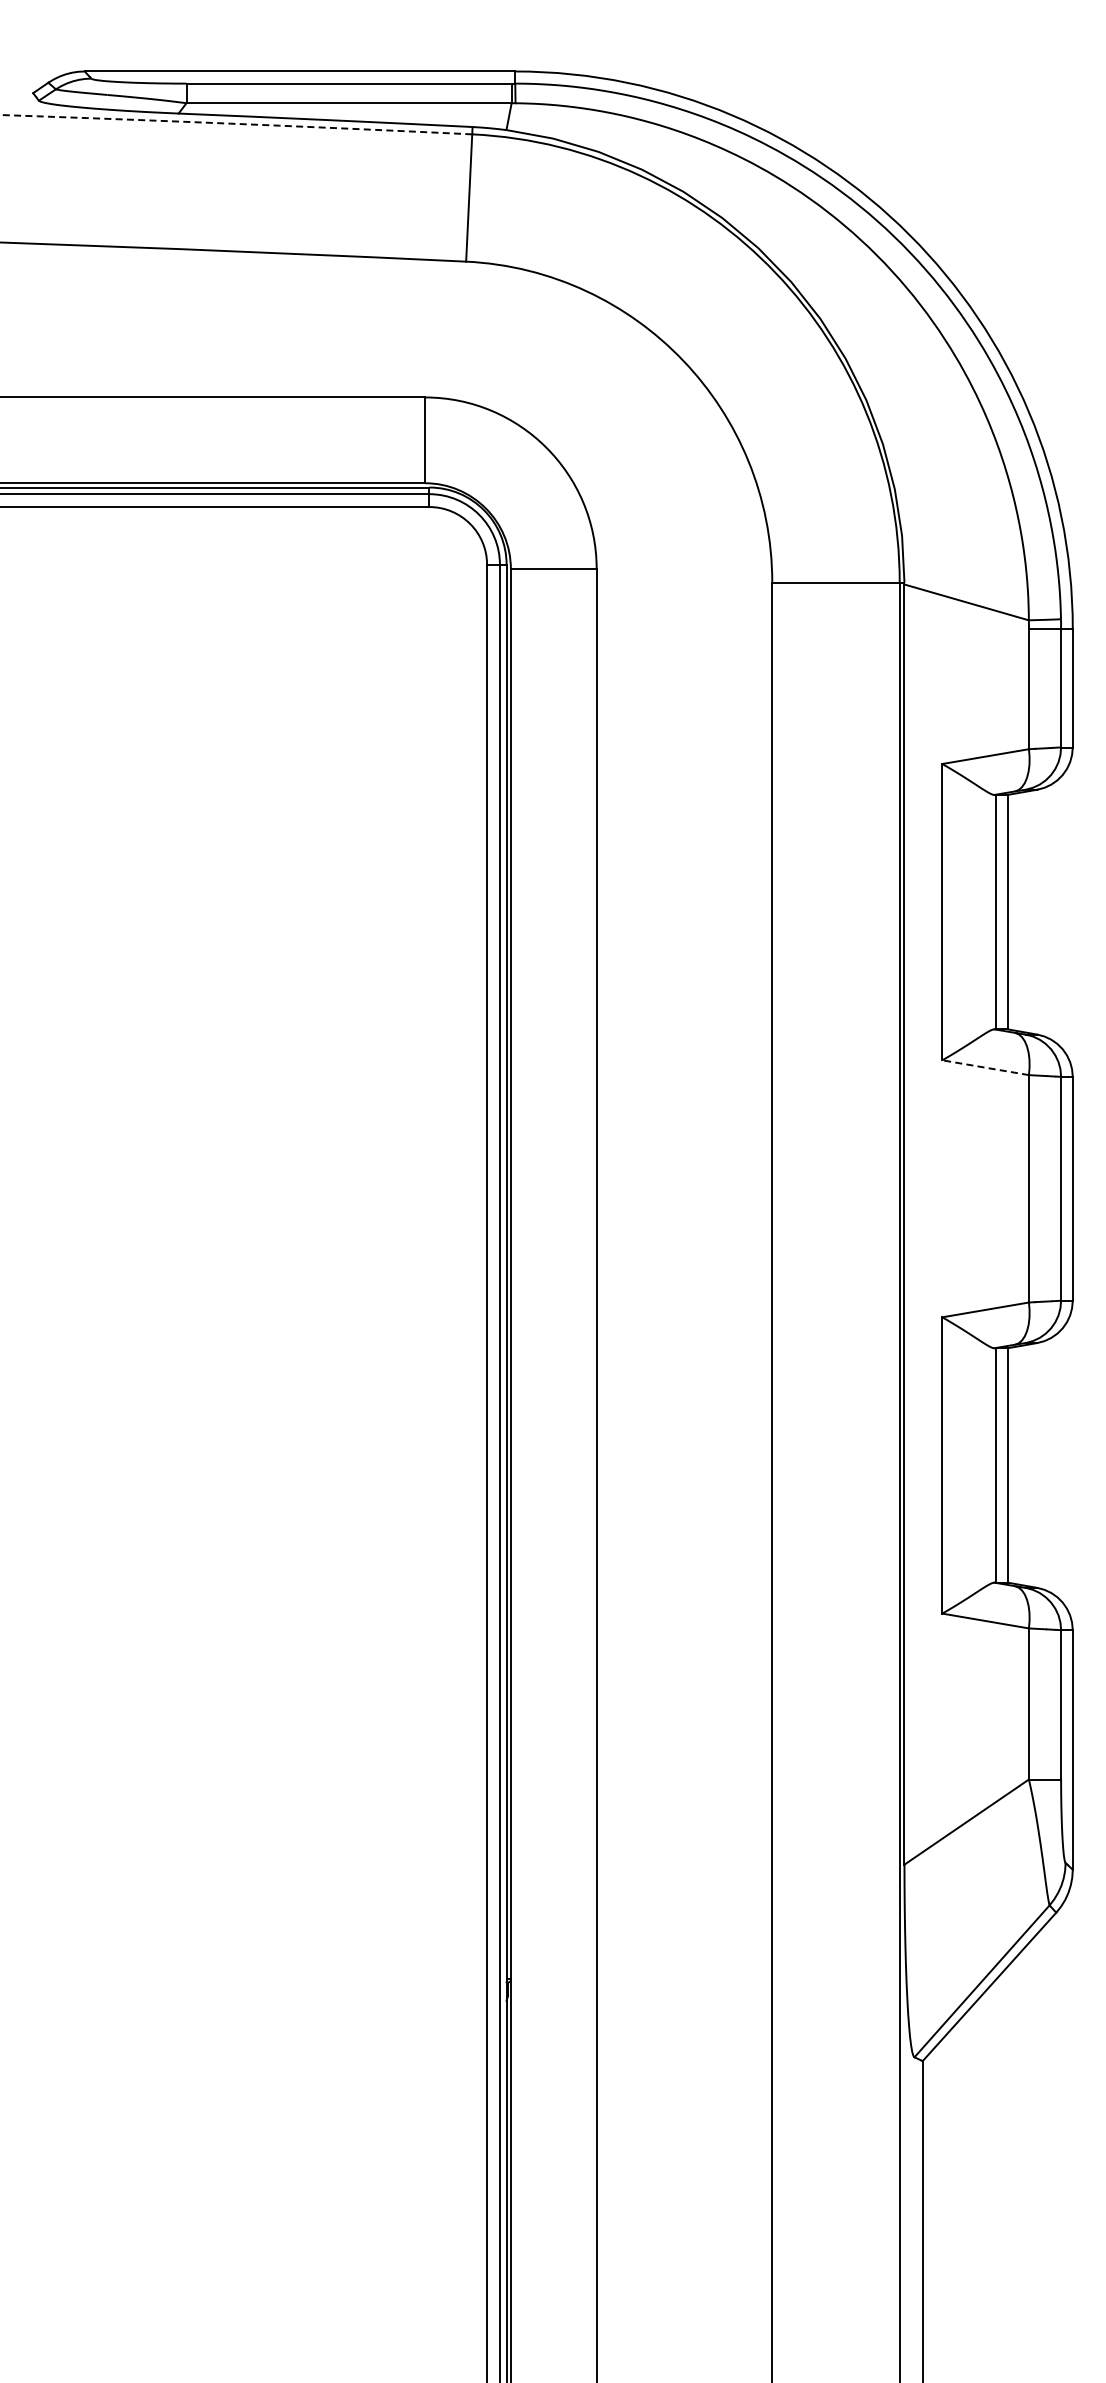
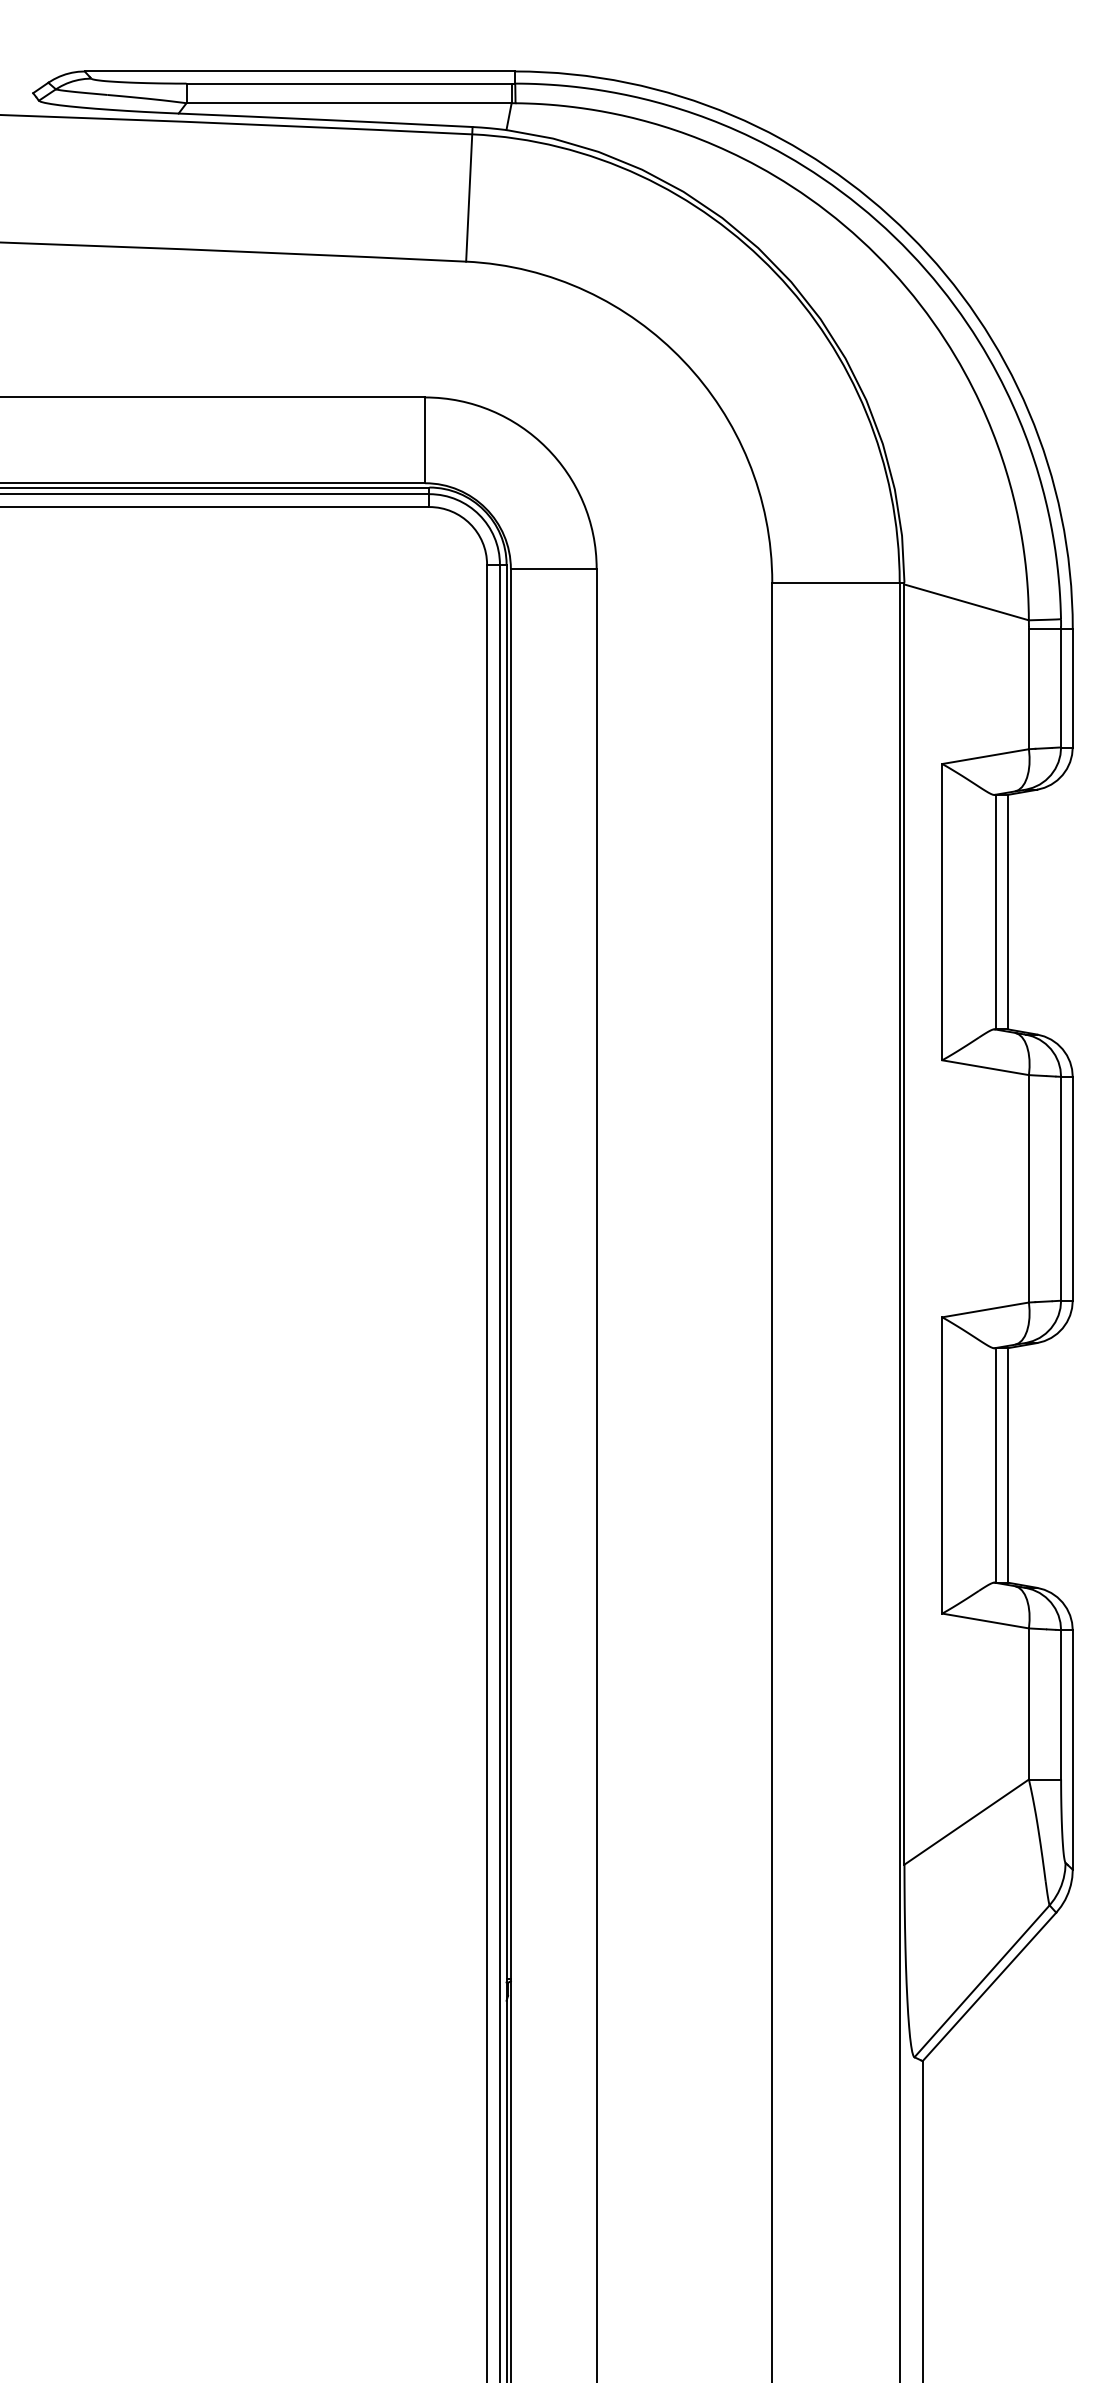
arc at (236, 124): dashed -> solid
line at (985, 1067): dashed -> solid
